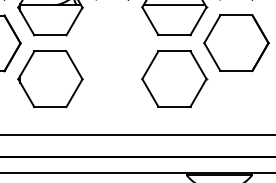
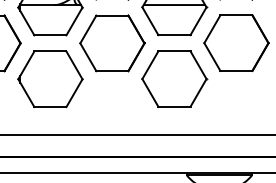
part at (112, 43): none -> present
